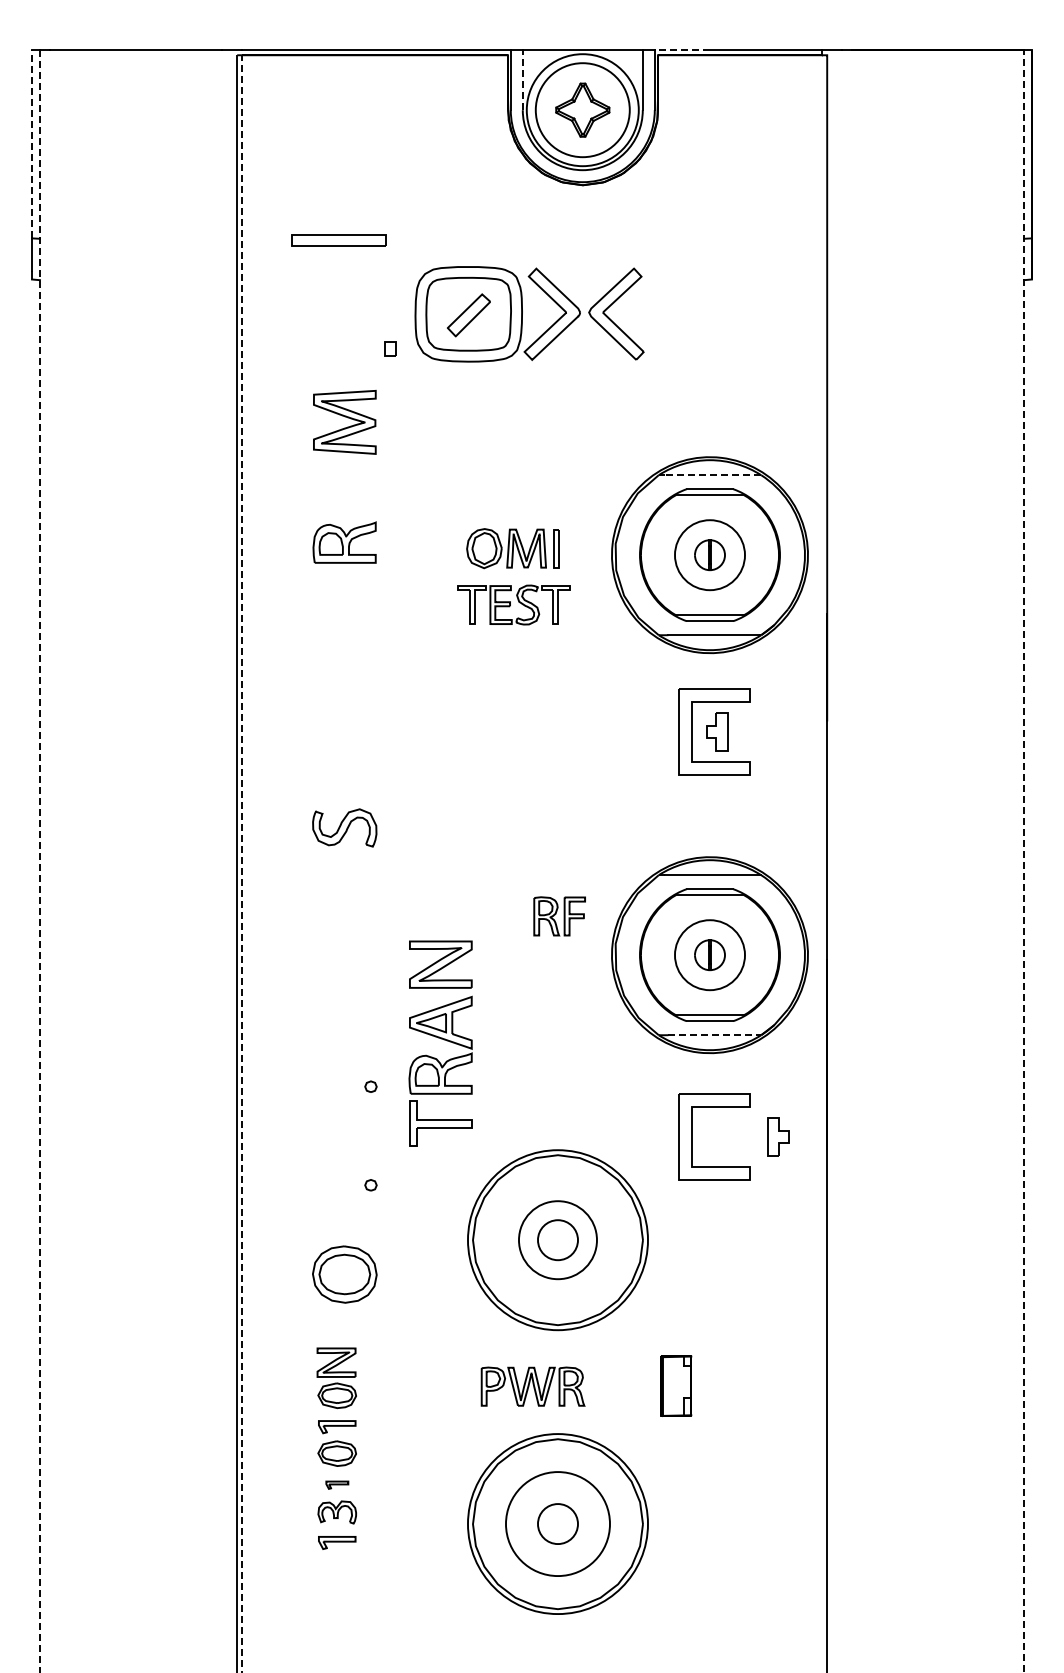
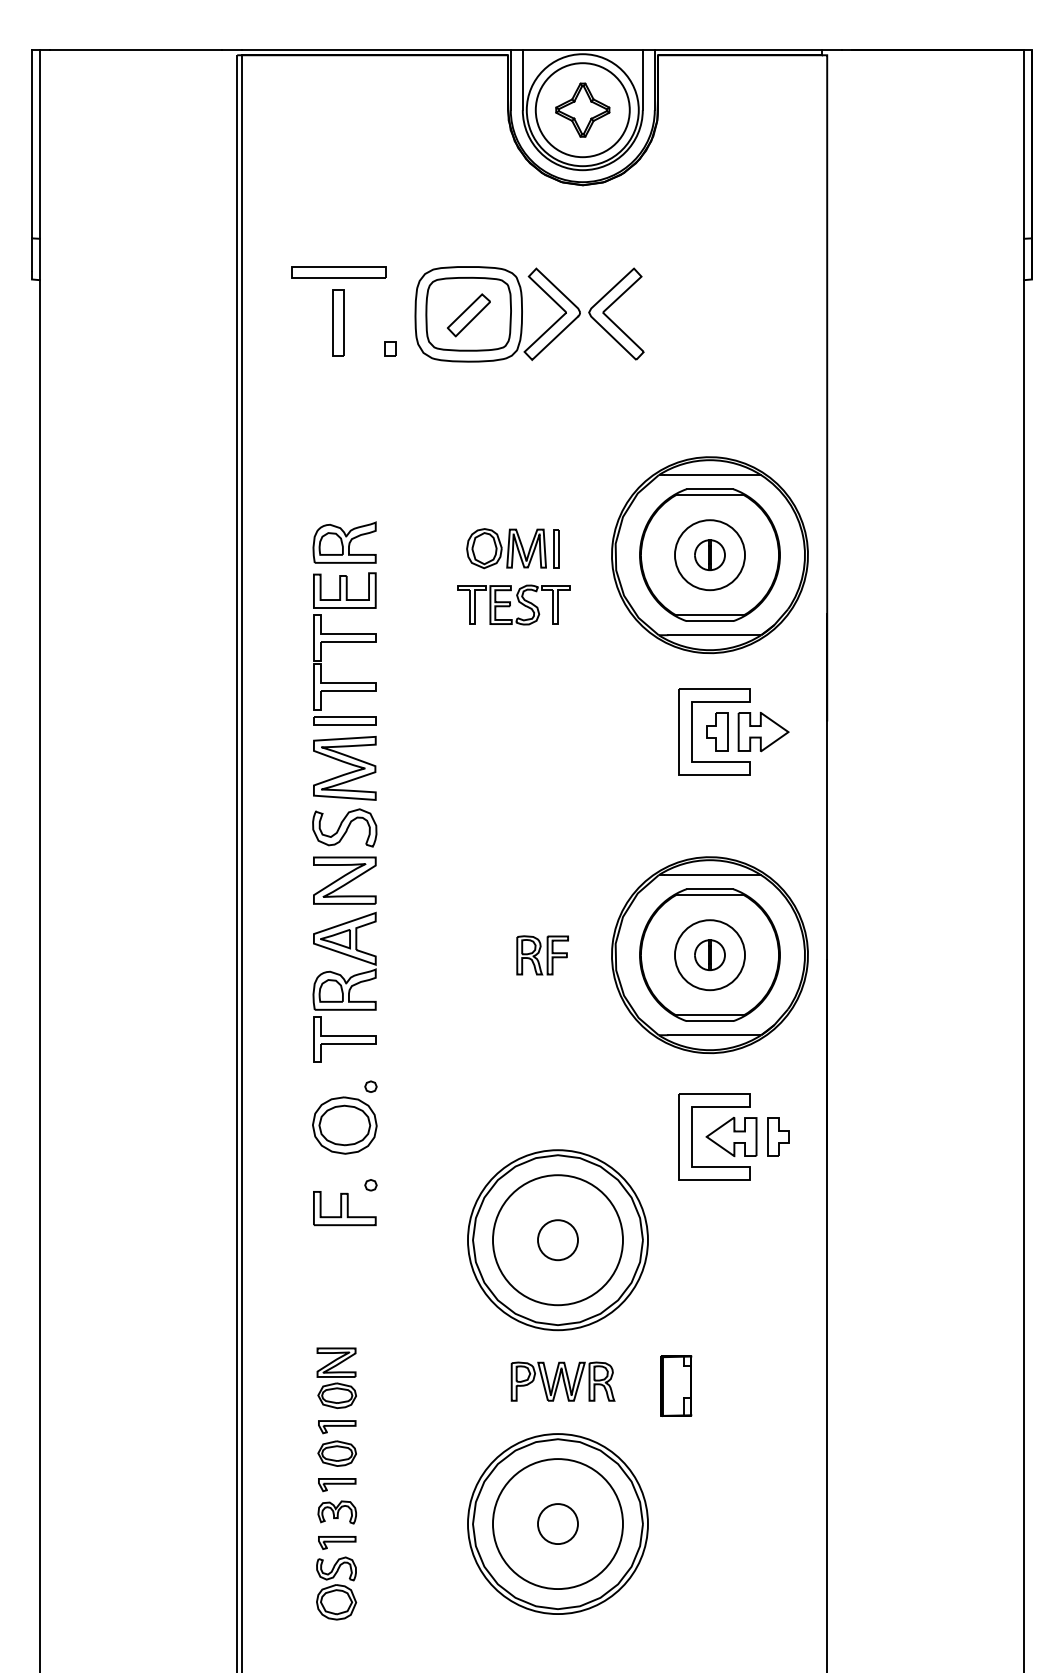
line at (682, 50): dashed -> solid
line at (522, 80): dashed -> solid
line at (31, 143): dashed -> solid
part at (338, 240) position: (338, 240) -> (338, 272)
part at (338, 322): none -> present
part at (344, 422) position: (344, 422) -> (344, 768)
line at (713, 475): dashed -> solid
part at (344, 648): none -> present
part at (763, 731): none -> present
line at (39, 861): dashed -> solid
line at (1023, 861): dashed -> solid
line at (241, 863): dashed -> solid
part at (559, 916) position: (559, 916) -> (542, 955)
line at (714, 1035): dashed -> solid
part at (440, 1043) position: (440, 1043) -> (344, 959)
part at (731, 1137): none -> present
part at (344, 1208): none -> present
circle at (557, 1240) diameter: 78 px -> 130 px
part at (344, 1274) position: (344, 1274) -> (344, 1125)
part at (532, 1386) position: (532, 1386) -> (562, 1381)
part at (337, 1484) size: 25x10 px -> 39x15 px
circle at (557, 1524) diameter: 104 px -> 130 px
part at (336, 1588): none -> present
